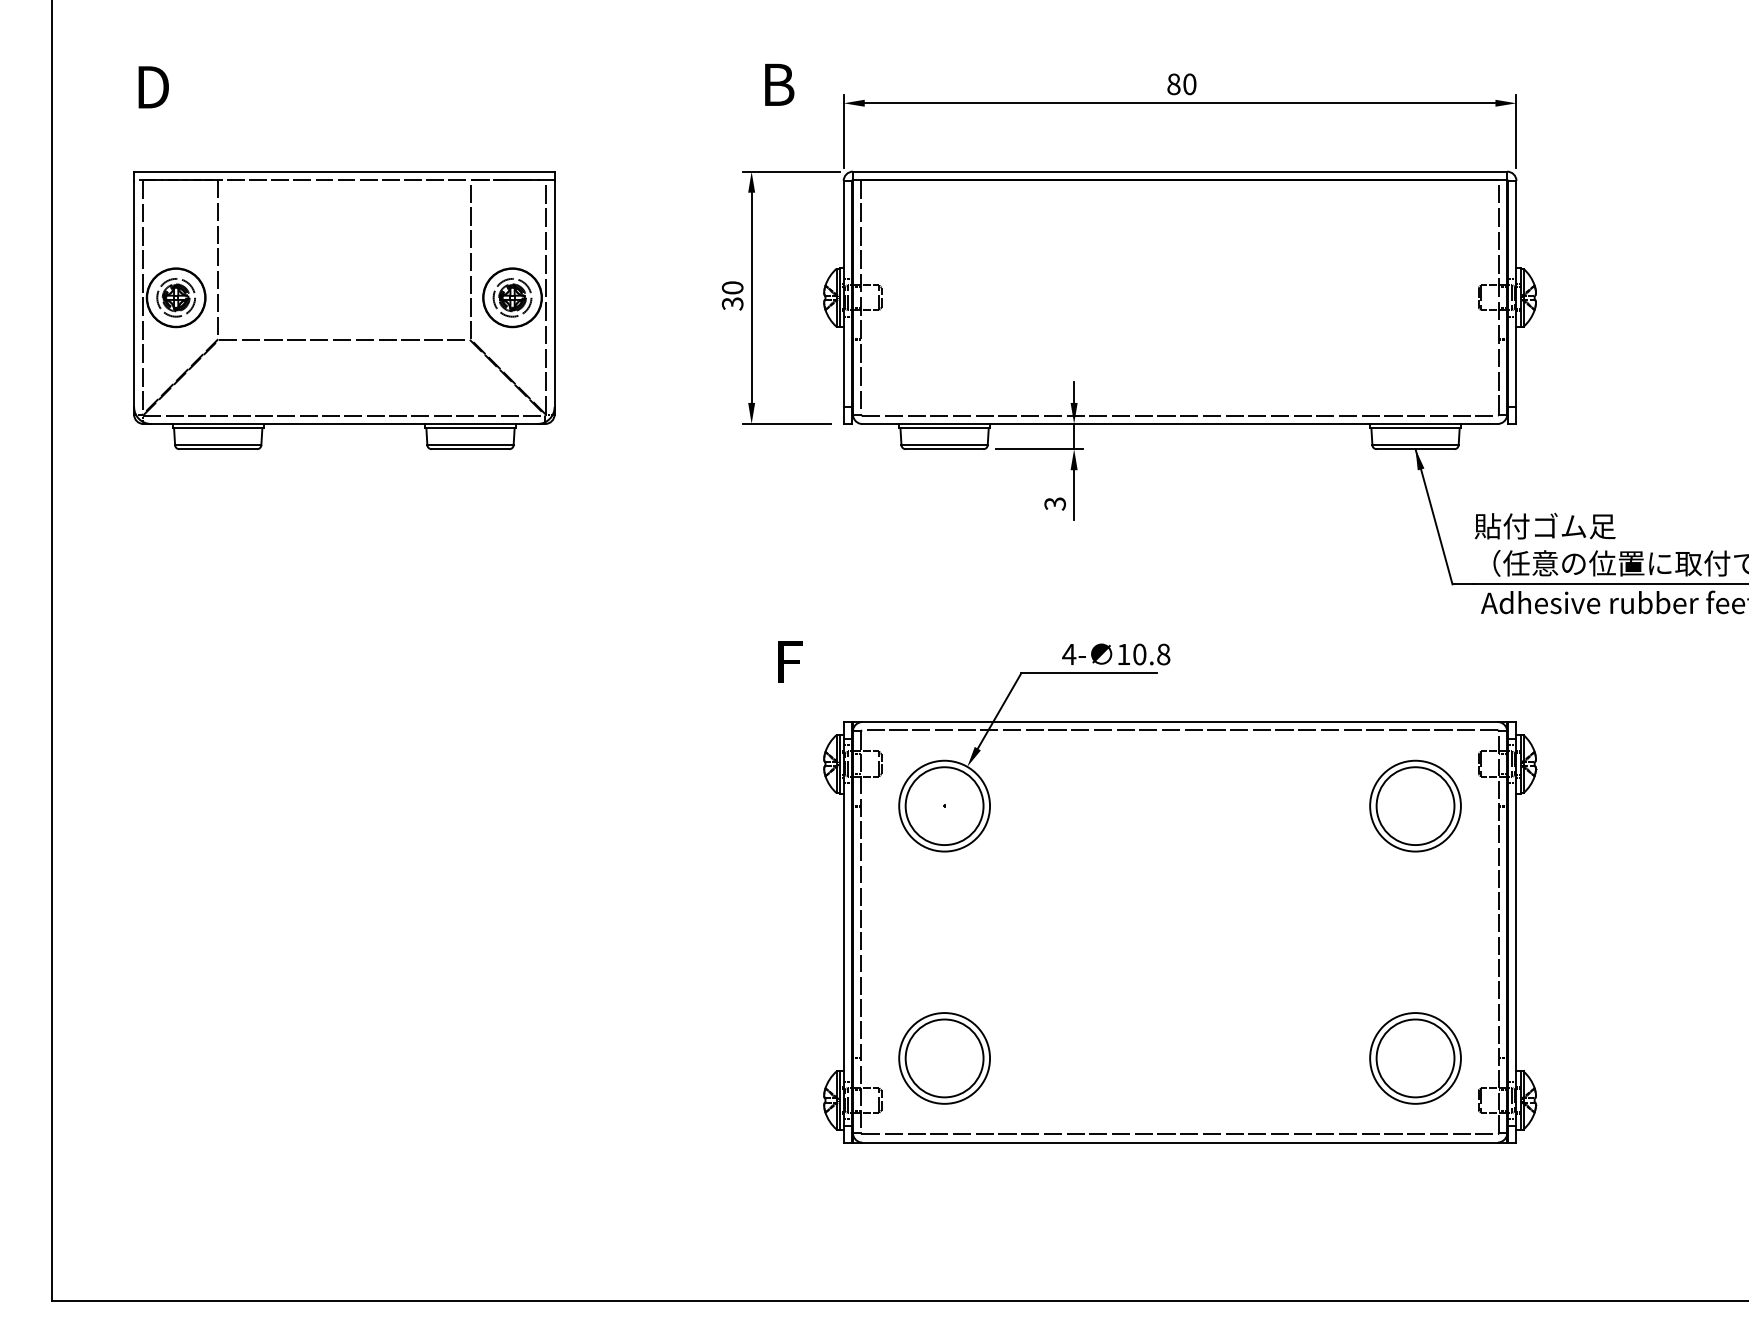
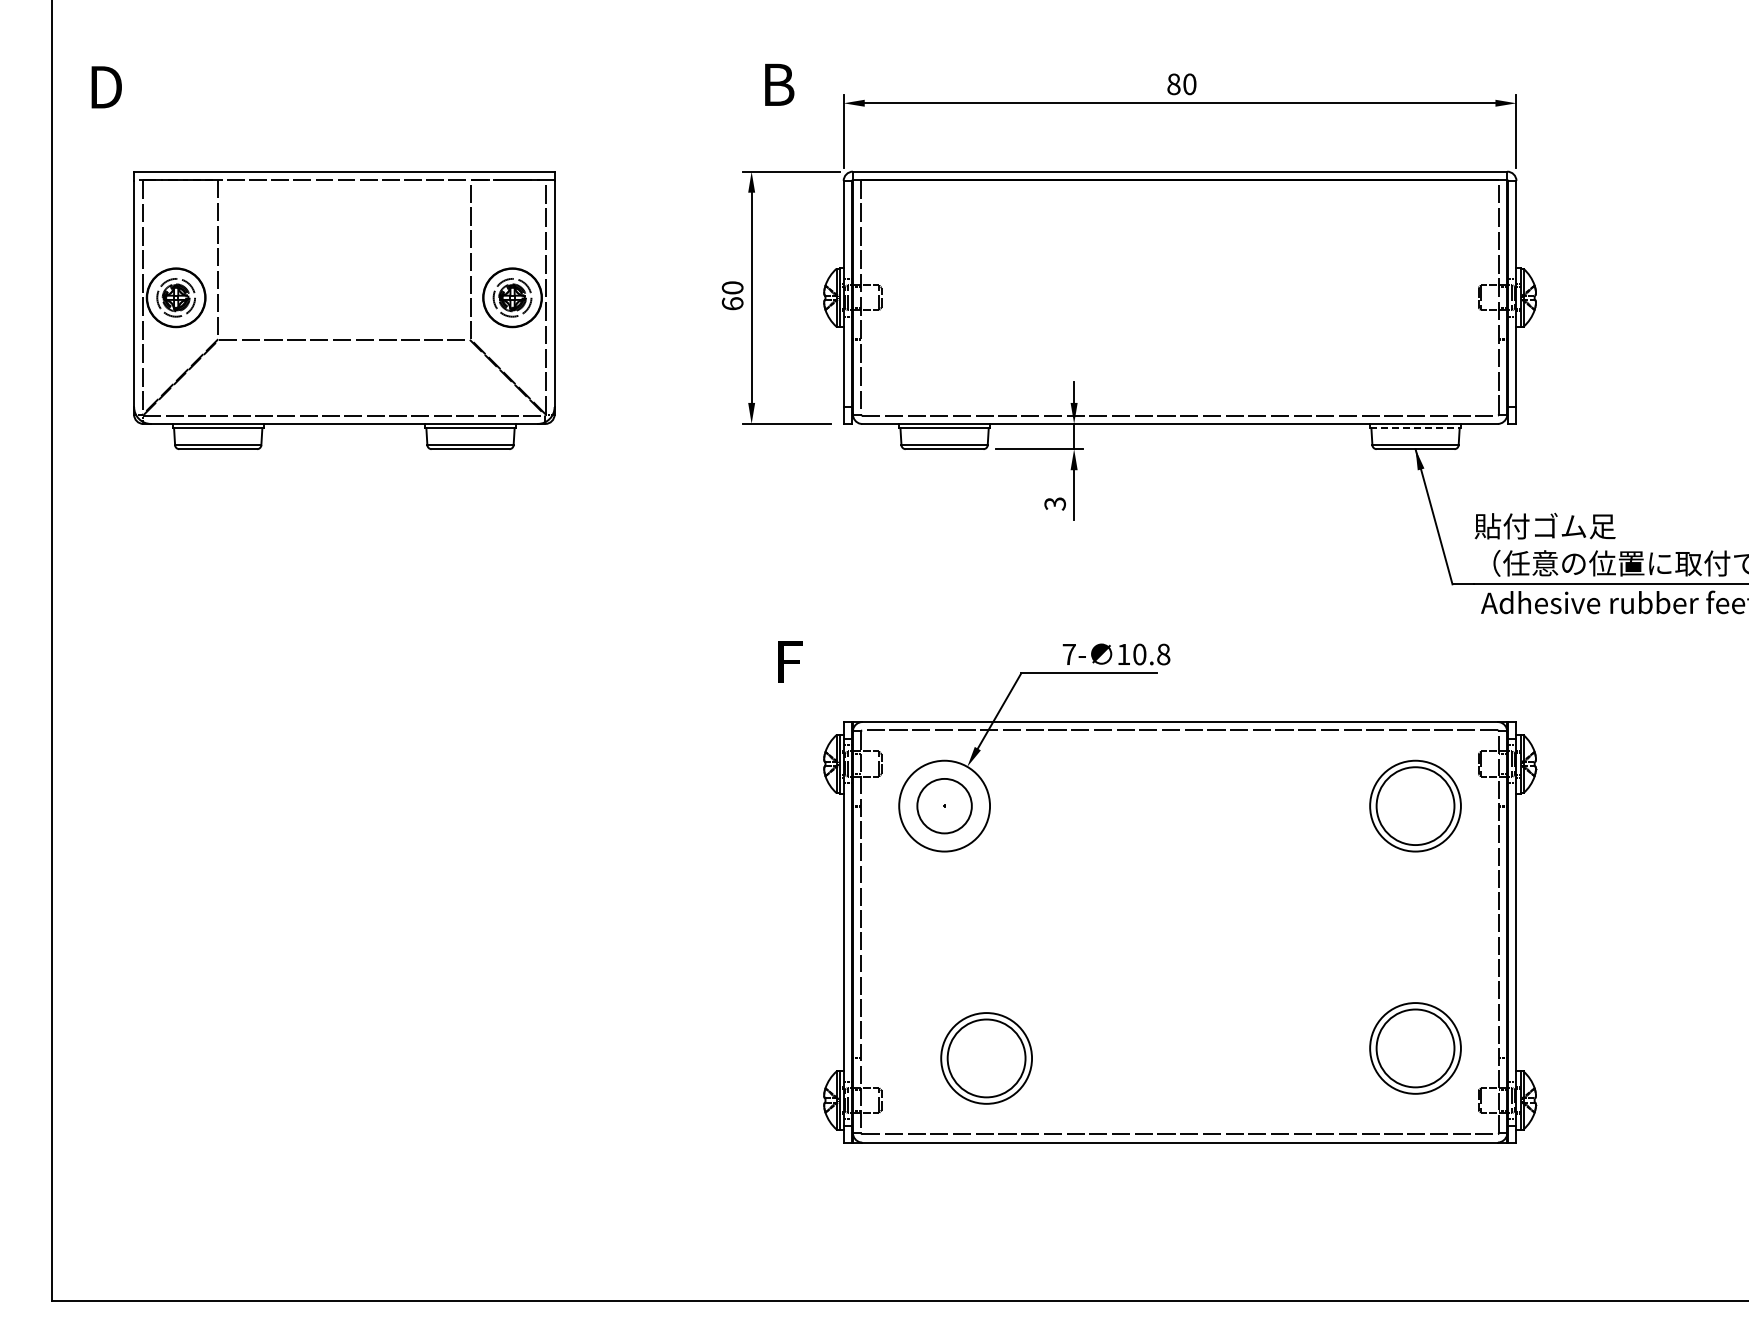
text at (153, 87) position: (153, 87) -> (106, 87)
text at (732, 303): 30 -> 60
line at (1416, 428): solid -> dashed
text at (1069, 654): 4- -> 7-
circle at (944, 806) diameter: 78 px -> 54 px
part at (944, 1058) position: (944, 1058) -> (986, 1058)
part at (1415, 1058) position: (1415, 1058) -> (1415, 1048)
